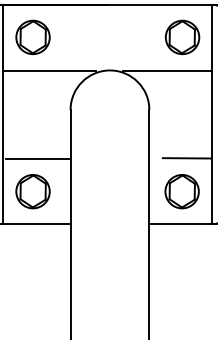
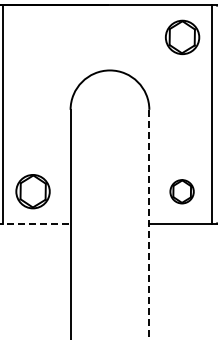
part at (32, 36): present -> none
line at (49, 70): present -> none
line at (166, 70): present -> none
line at (36, 158): present -> none
line at (186, 158): present -> none
part at (181, 191) size: 36x36 px -> 26x26 px
line at (35, 224): solid -> dashed
line at (149, 224): solid -> dashed
